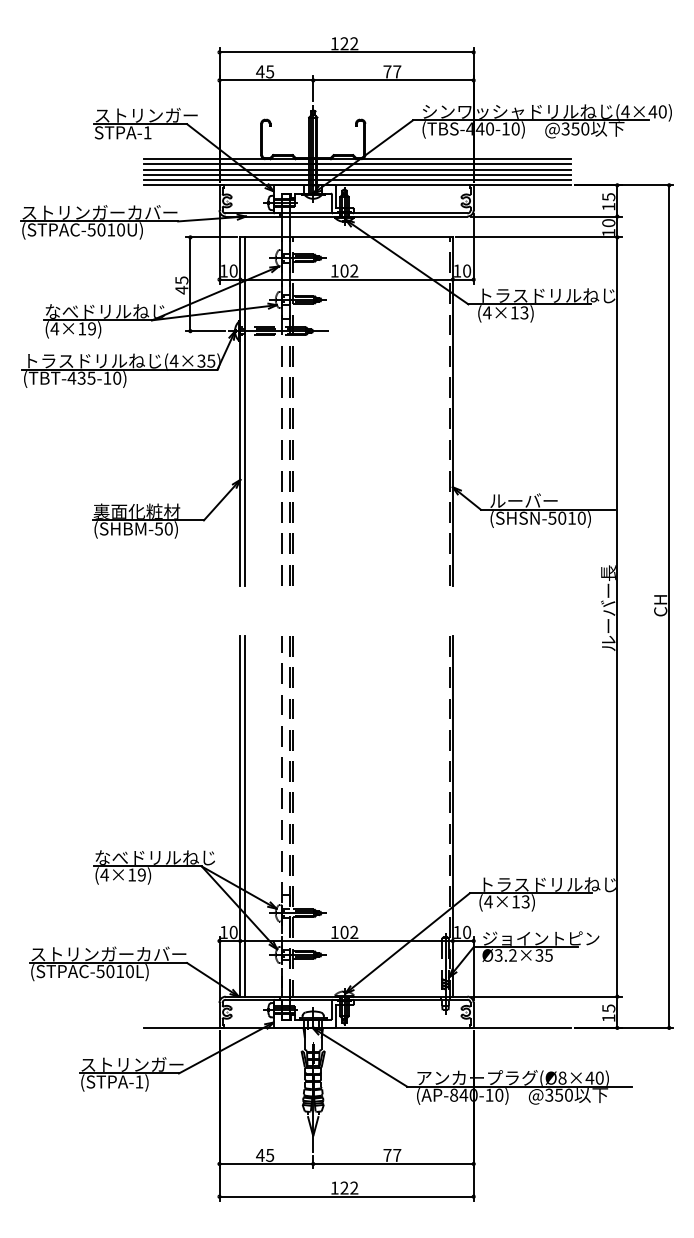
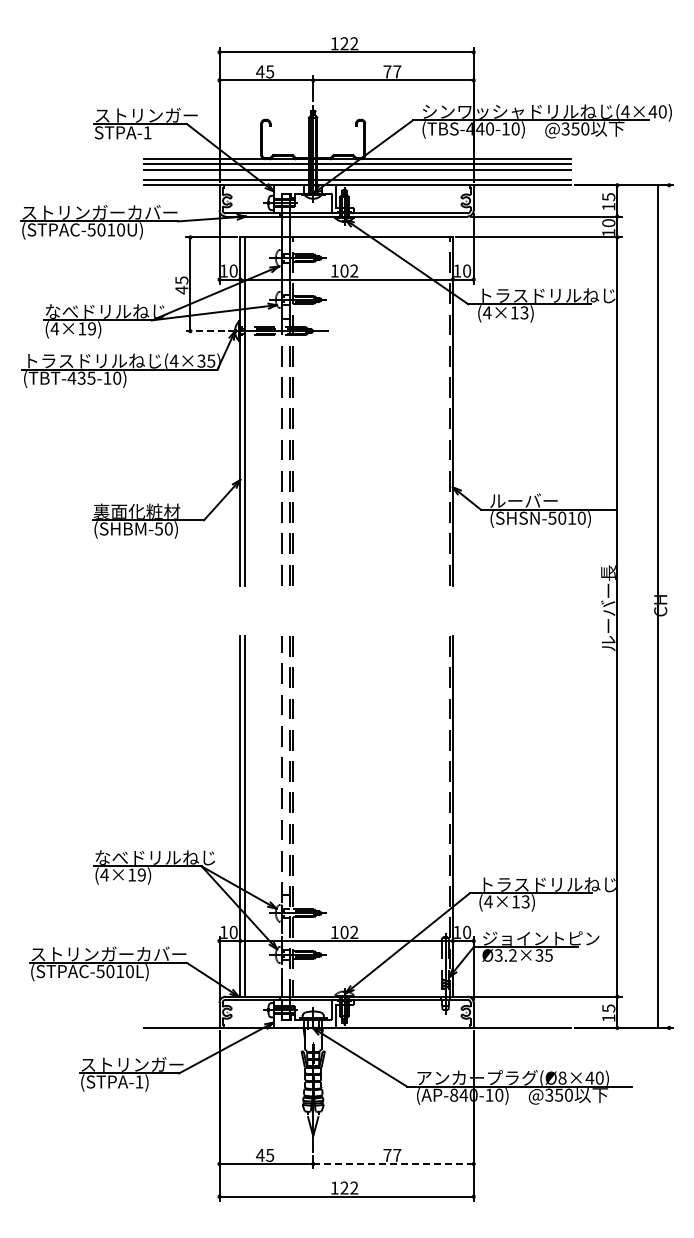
line at (357, 174): present -> none
line at (204, 331): solid -> dashed
line at (669, 606) position: (669, 606) -> (658, 606)
line at (392, 1163): solid -> dashed
